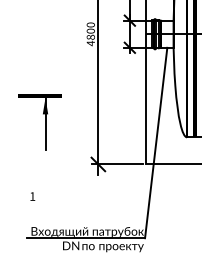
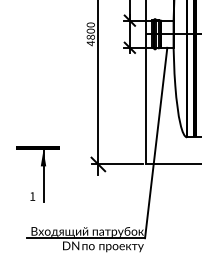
part at (39, 122) position: (39, 122) -> (37, 174)
